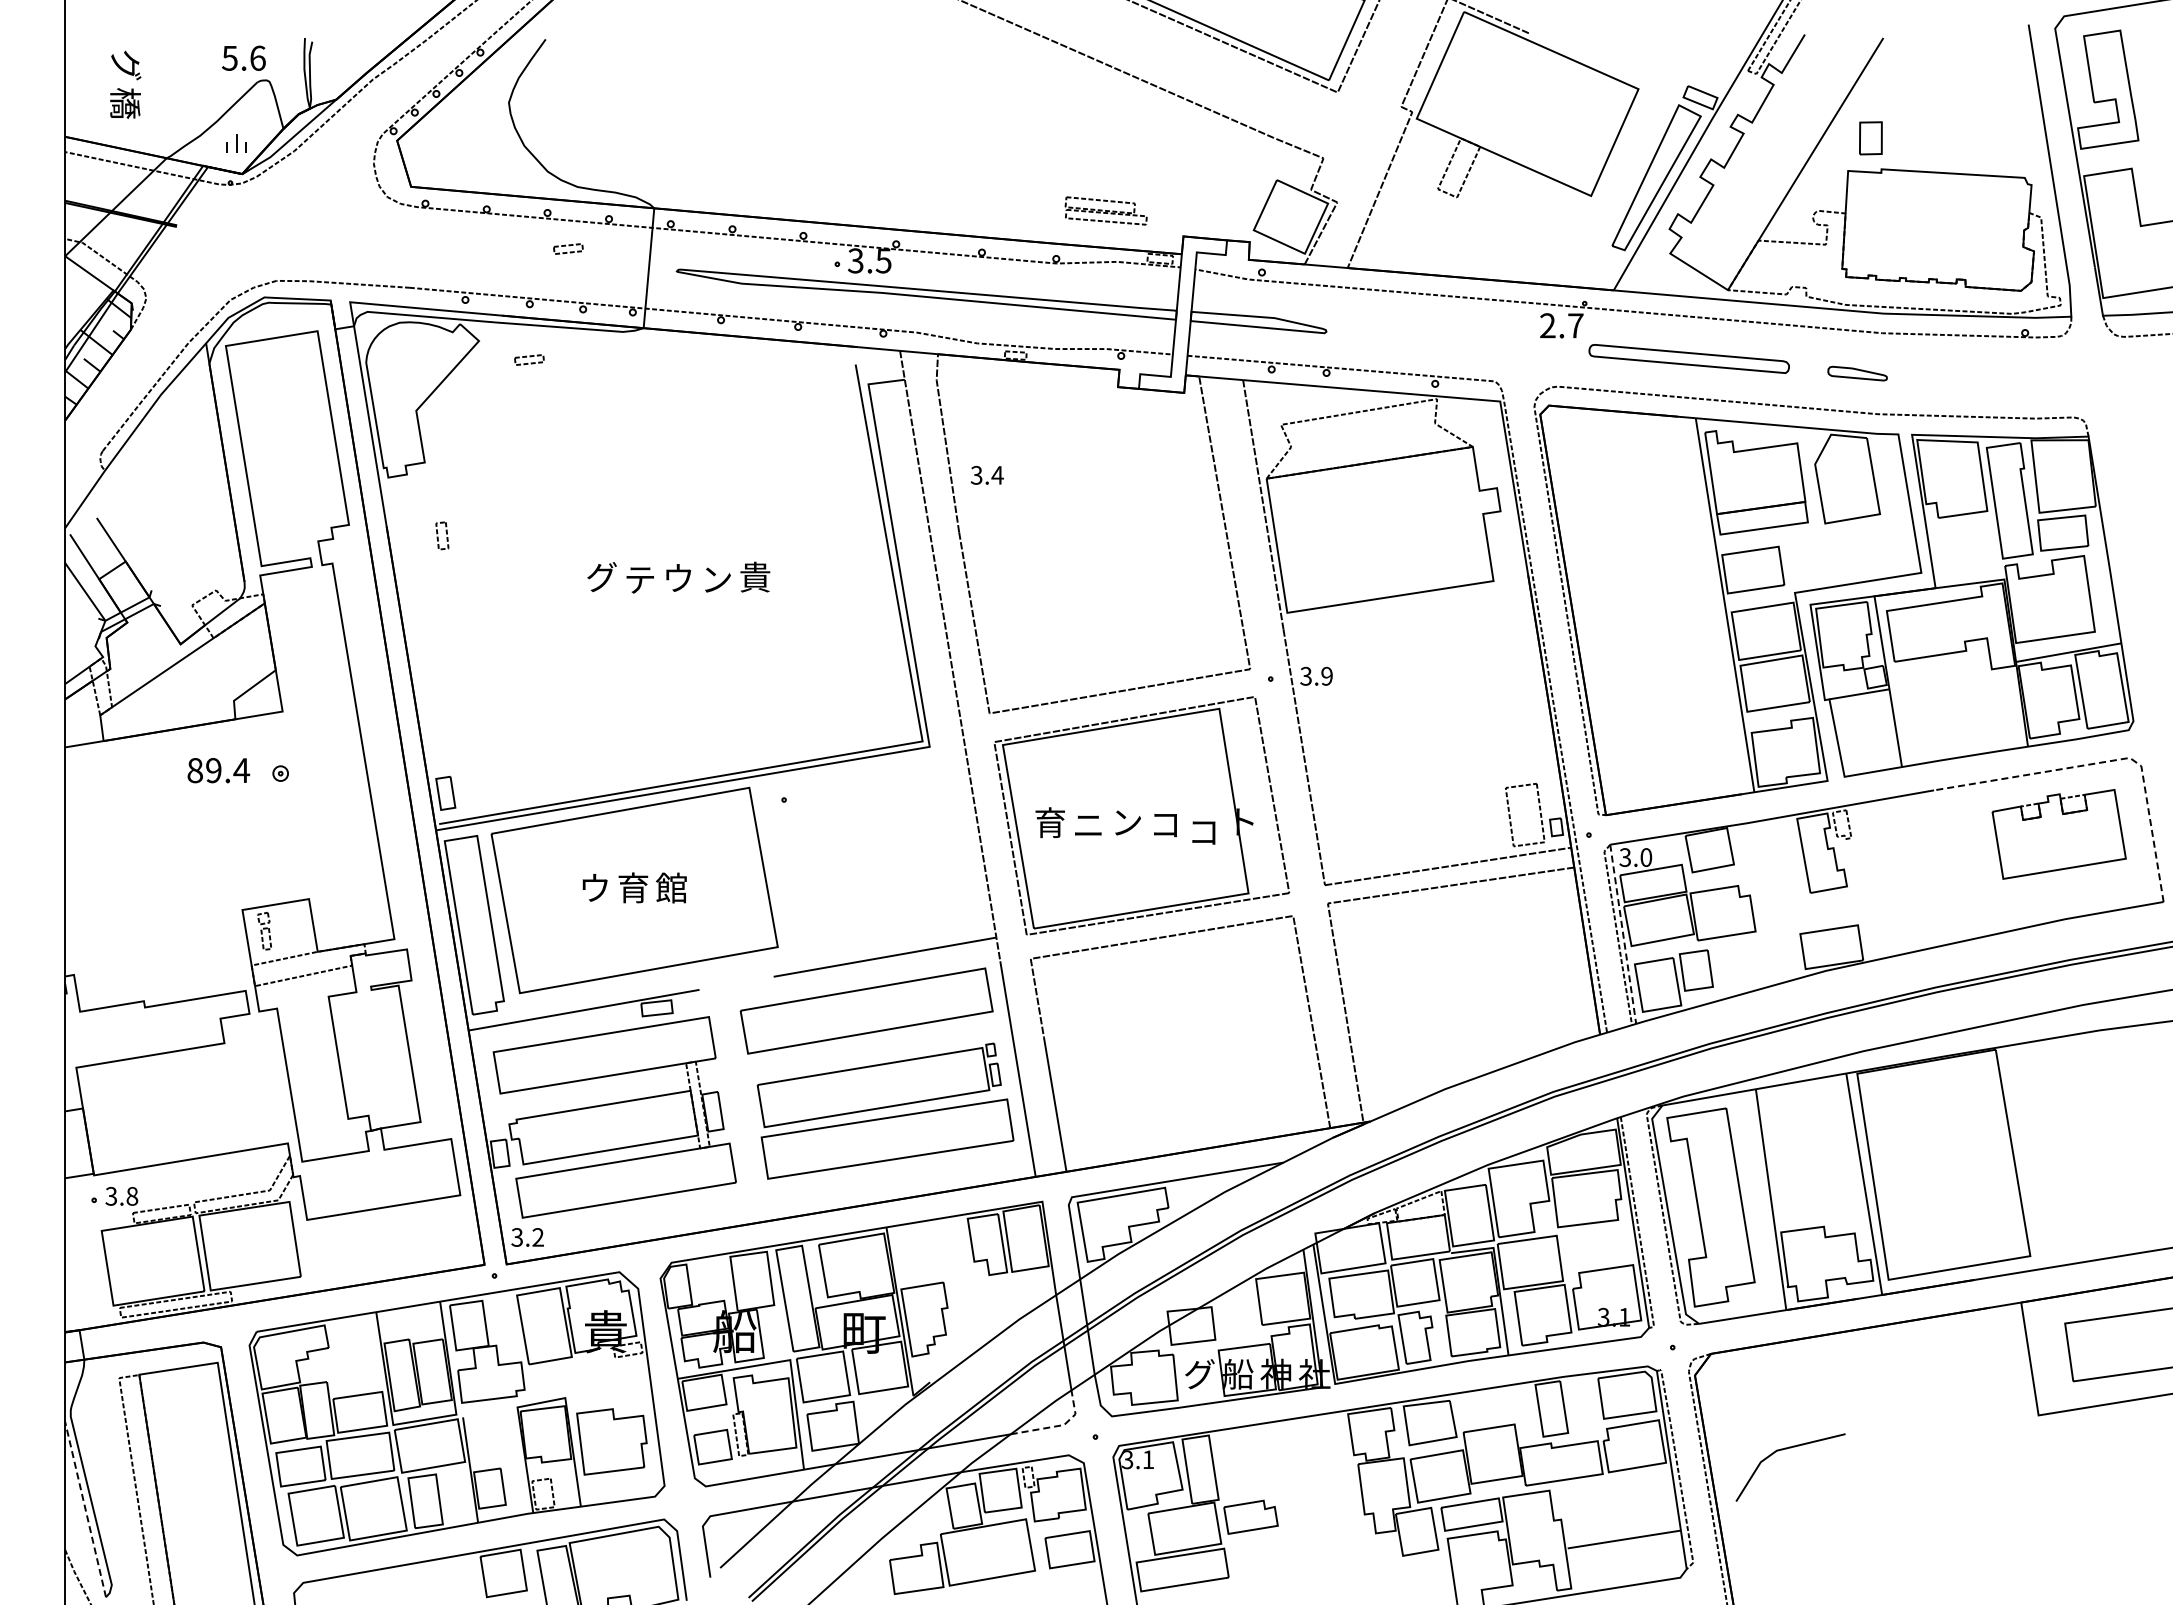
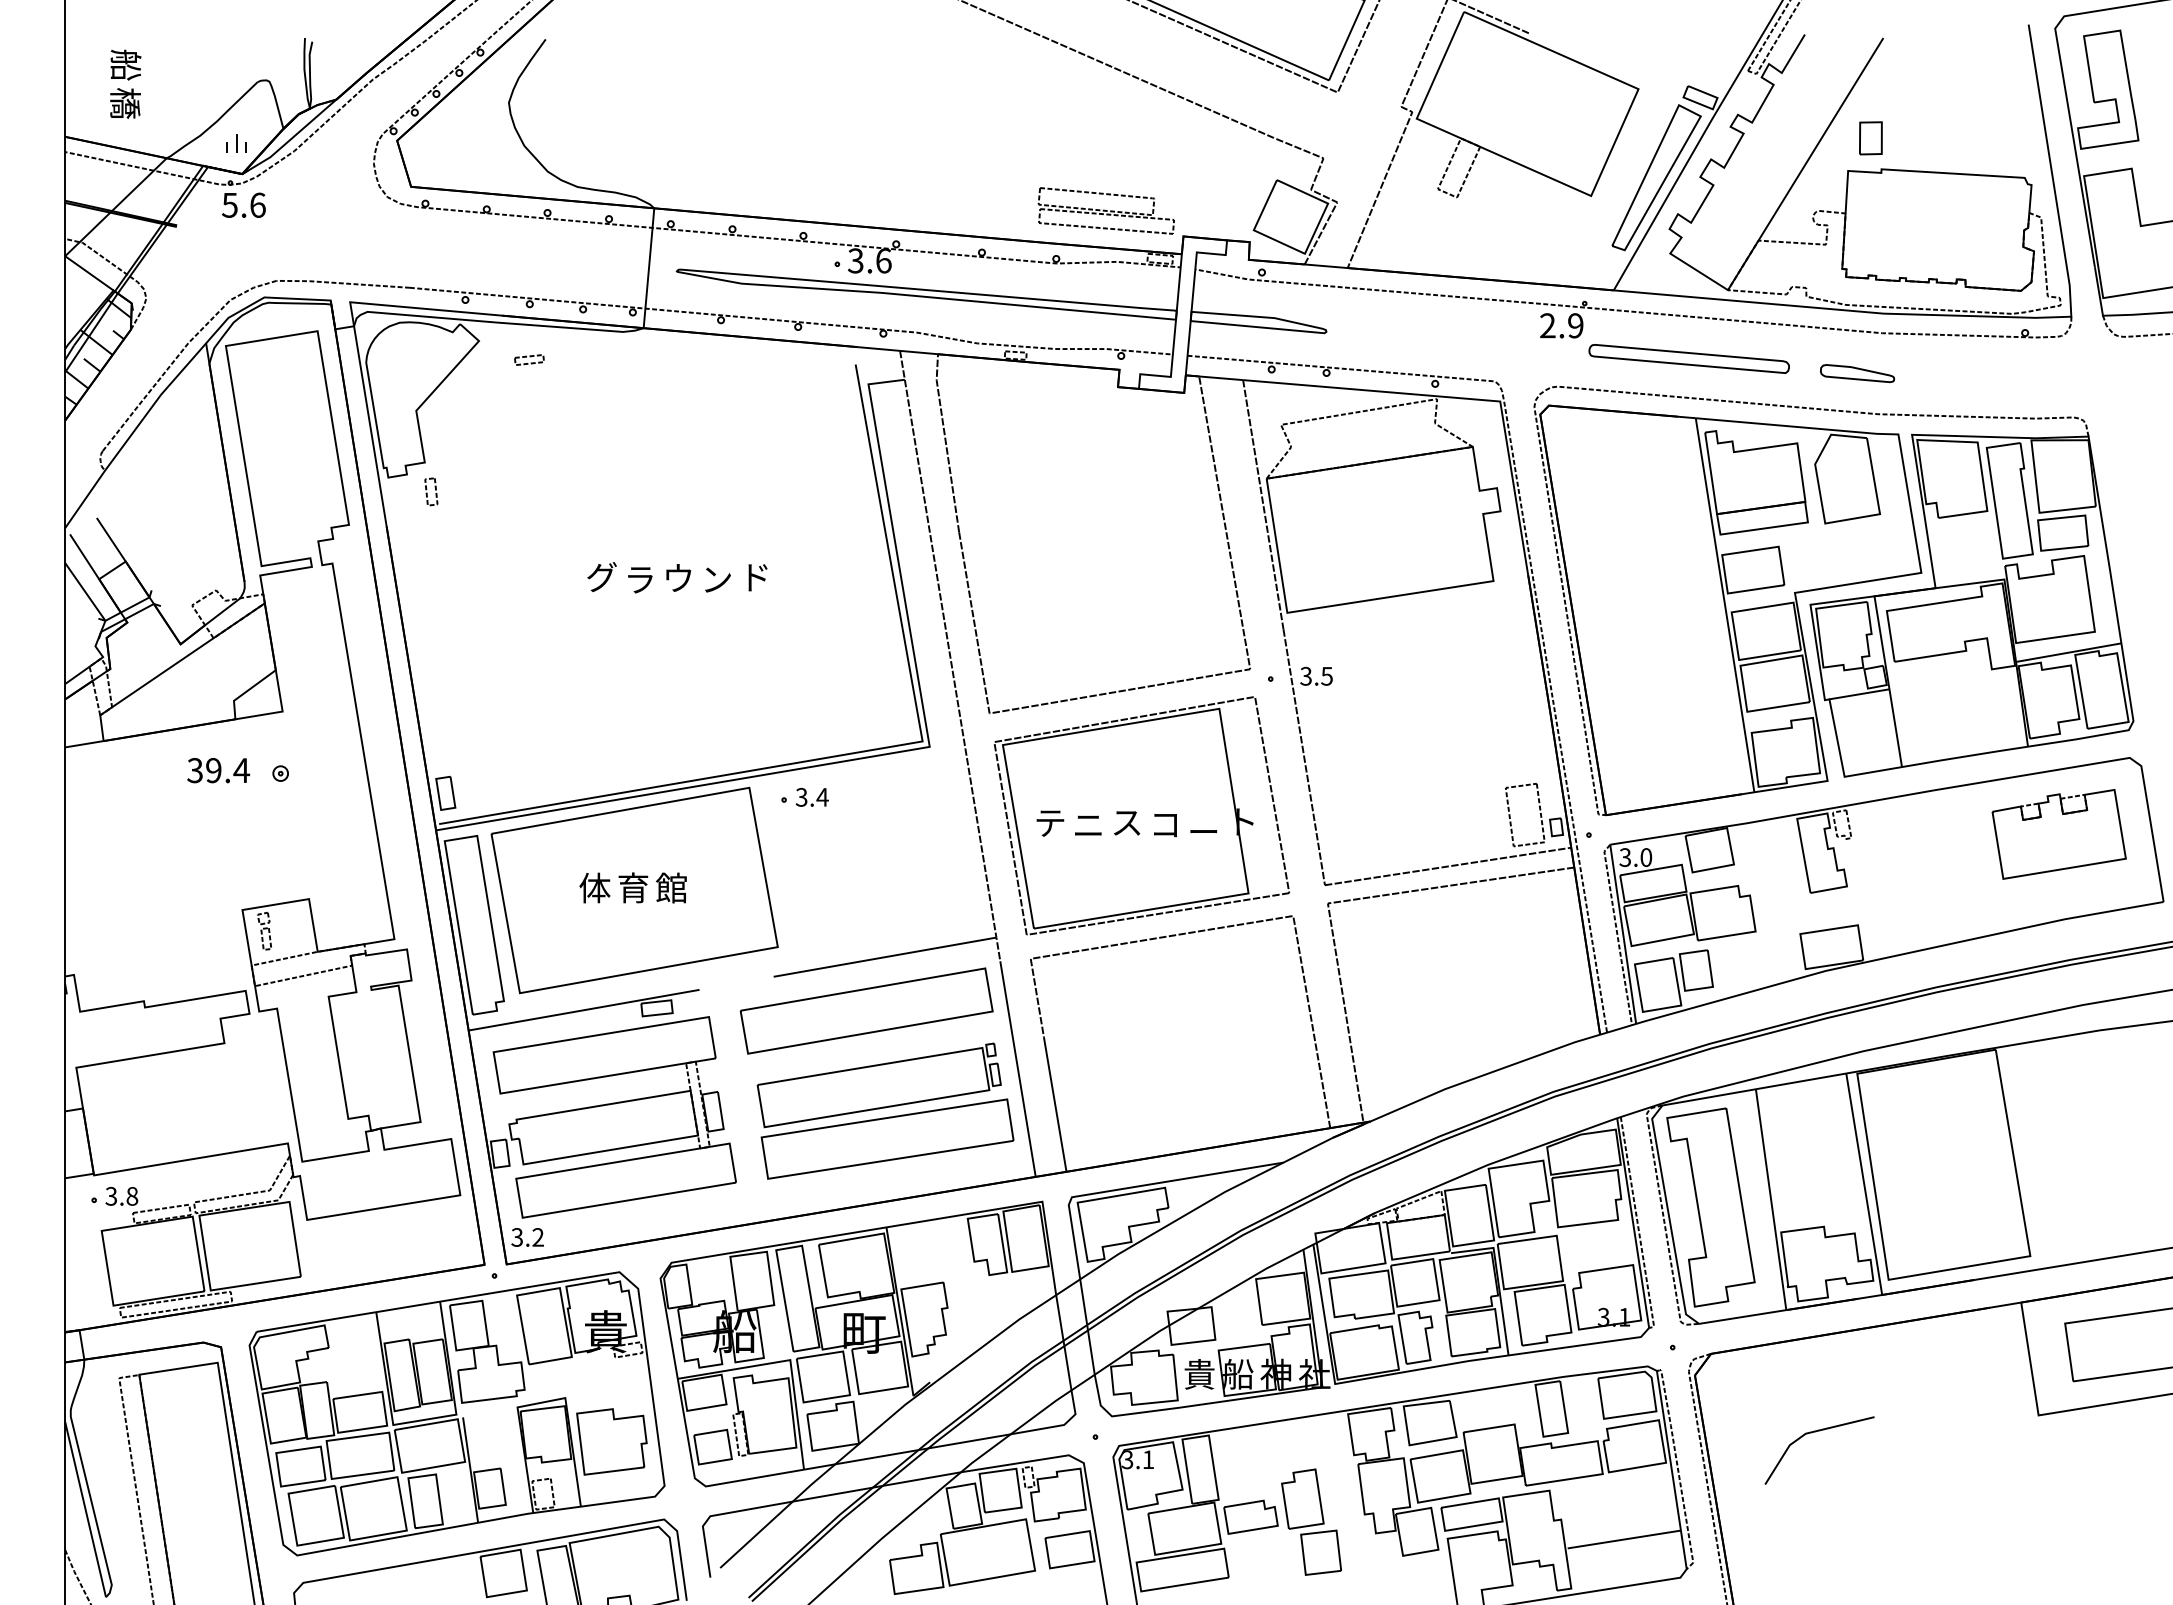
text at (243, 57) position: (243, 57) -> (243, 204)
text at (125, 64): グ -> 船
part at (1105, 210) size: 84x30 px -> 138x48 px
part at (568, 248): present -> none
text at (883, 260): 3.5 -> 3.6
text at (1575, 325): 2.7 -> 2.9
part at (1857, 373) size: 61x17 px -> 76x20 px
text at (986, 475) position: (986, 475) -> (811, 797)
part at (442, 535) position: (442, 535) -> (431, 491)
text at (755, 576): 貴 -> ド
text at (639, 580): テ -> ラ
text at (1326, 675): 3.9 -> 3.5
line at (2108, 761): dashed -> solid
text at (194, 770): 89.4 -> 39.4
text at (1049, 822): 育 -> テ
text at (1127, 822): ン -> ス
text at (1203, 832): コ -> ー
text at (594, 887): ウ -> 体
line at (1623, 934): dashed -> solid
text at (1199, 1374): グ -> 貴
line at (1058, 1425): dashed -> solid
line at (1787, 1449) position: (1787, 1449) -> (1816, 1432)
line at (85, 1509): dashed -> solid
part at (1311, 1521): none -> present
